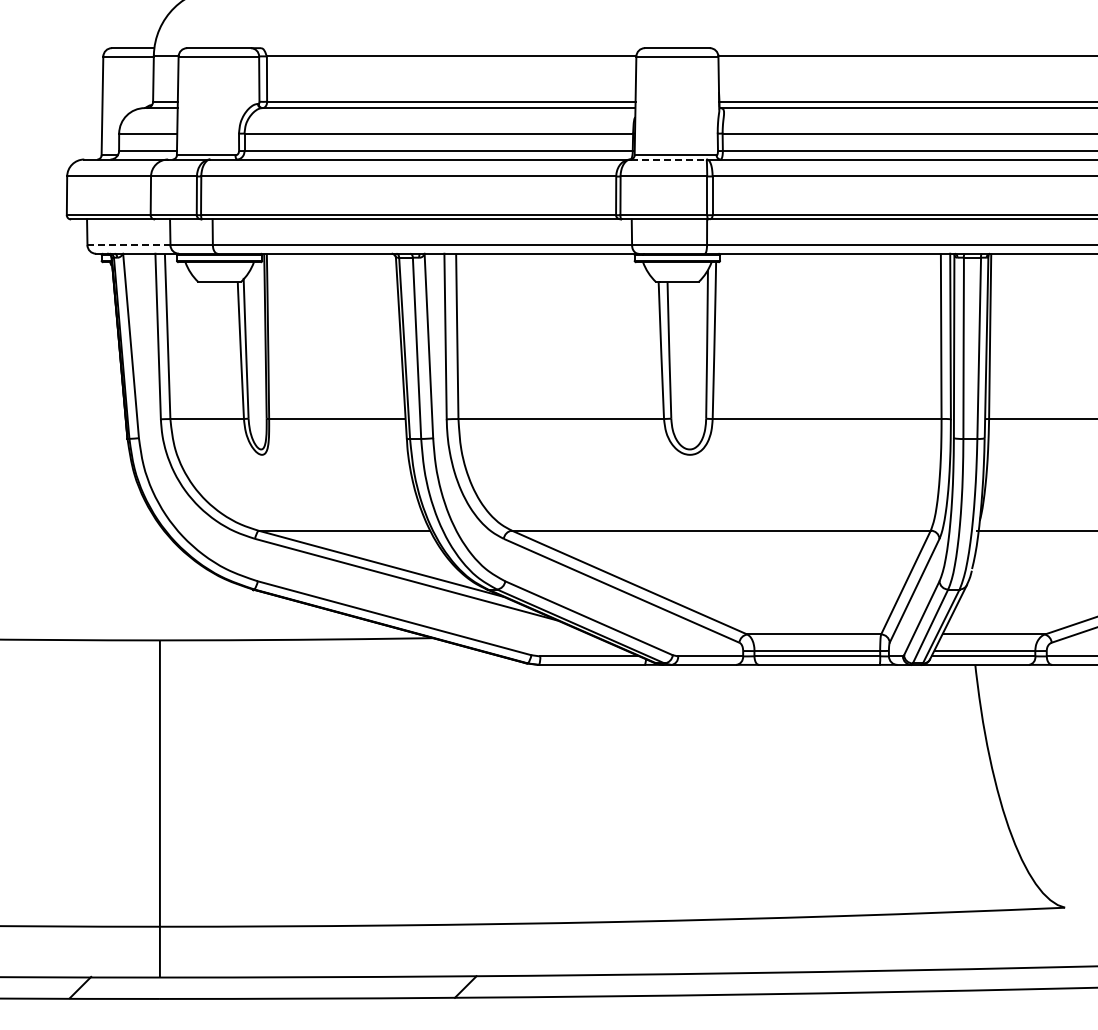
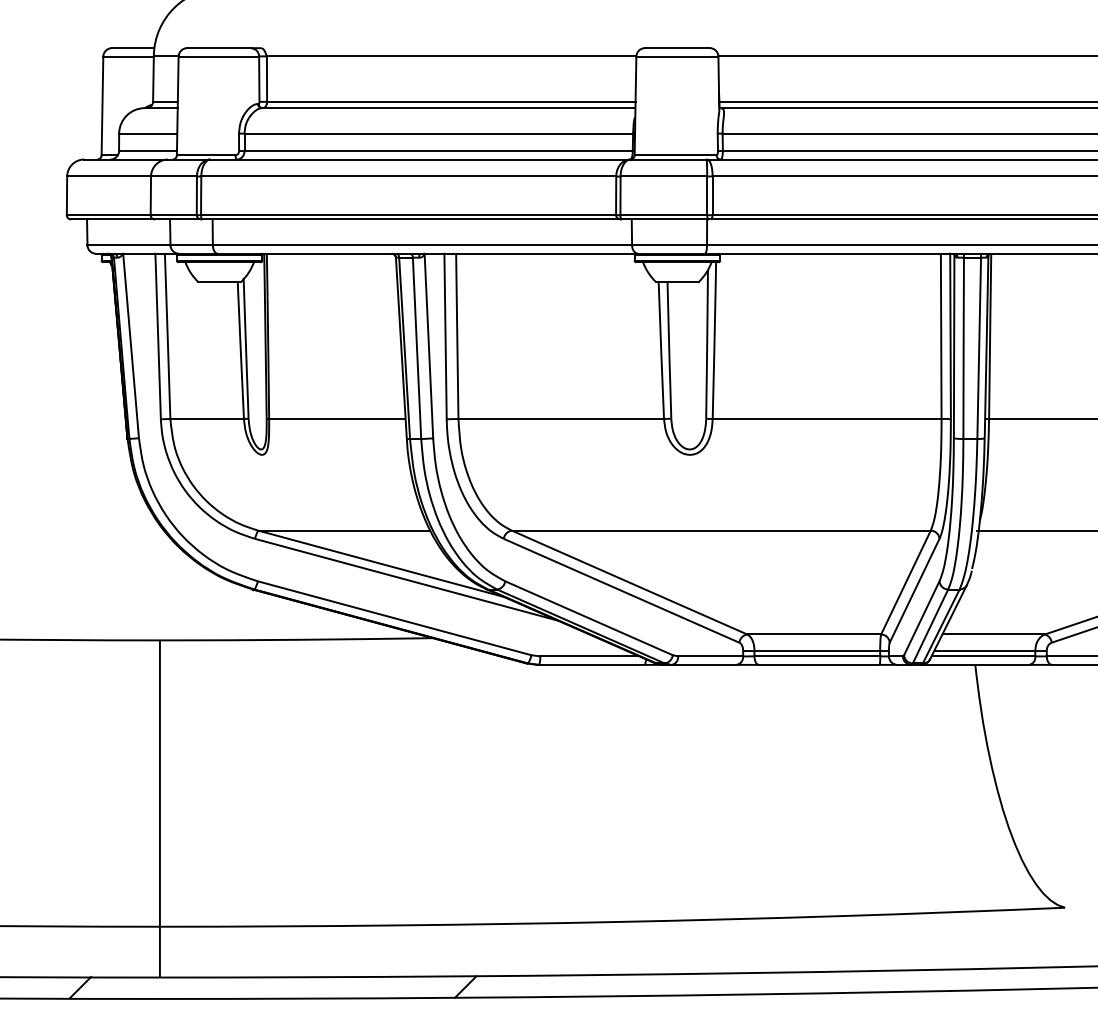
line at (668, 159): dashed -> solid
line at (128, 245): dashed -> solid
